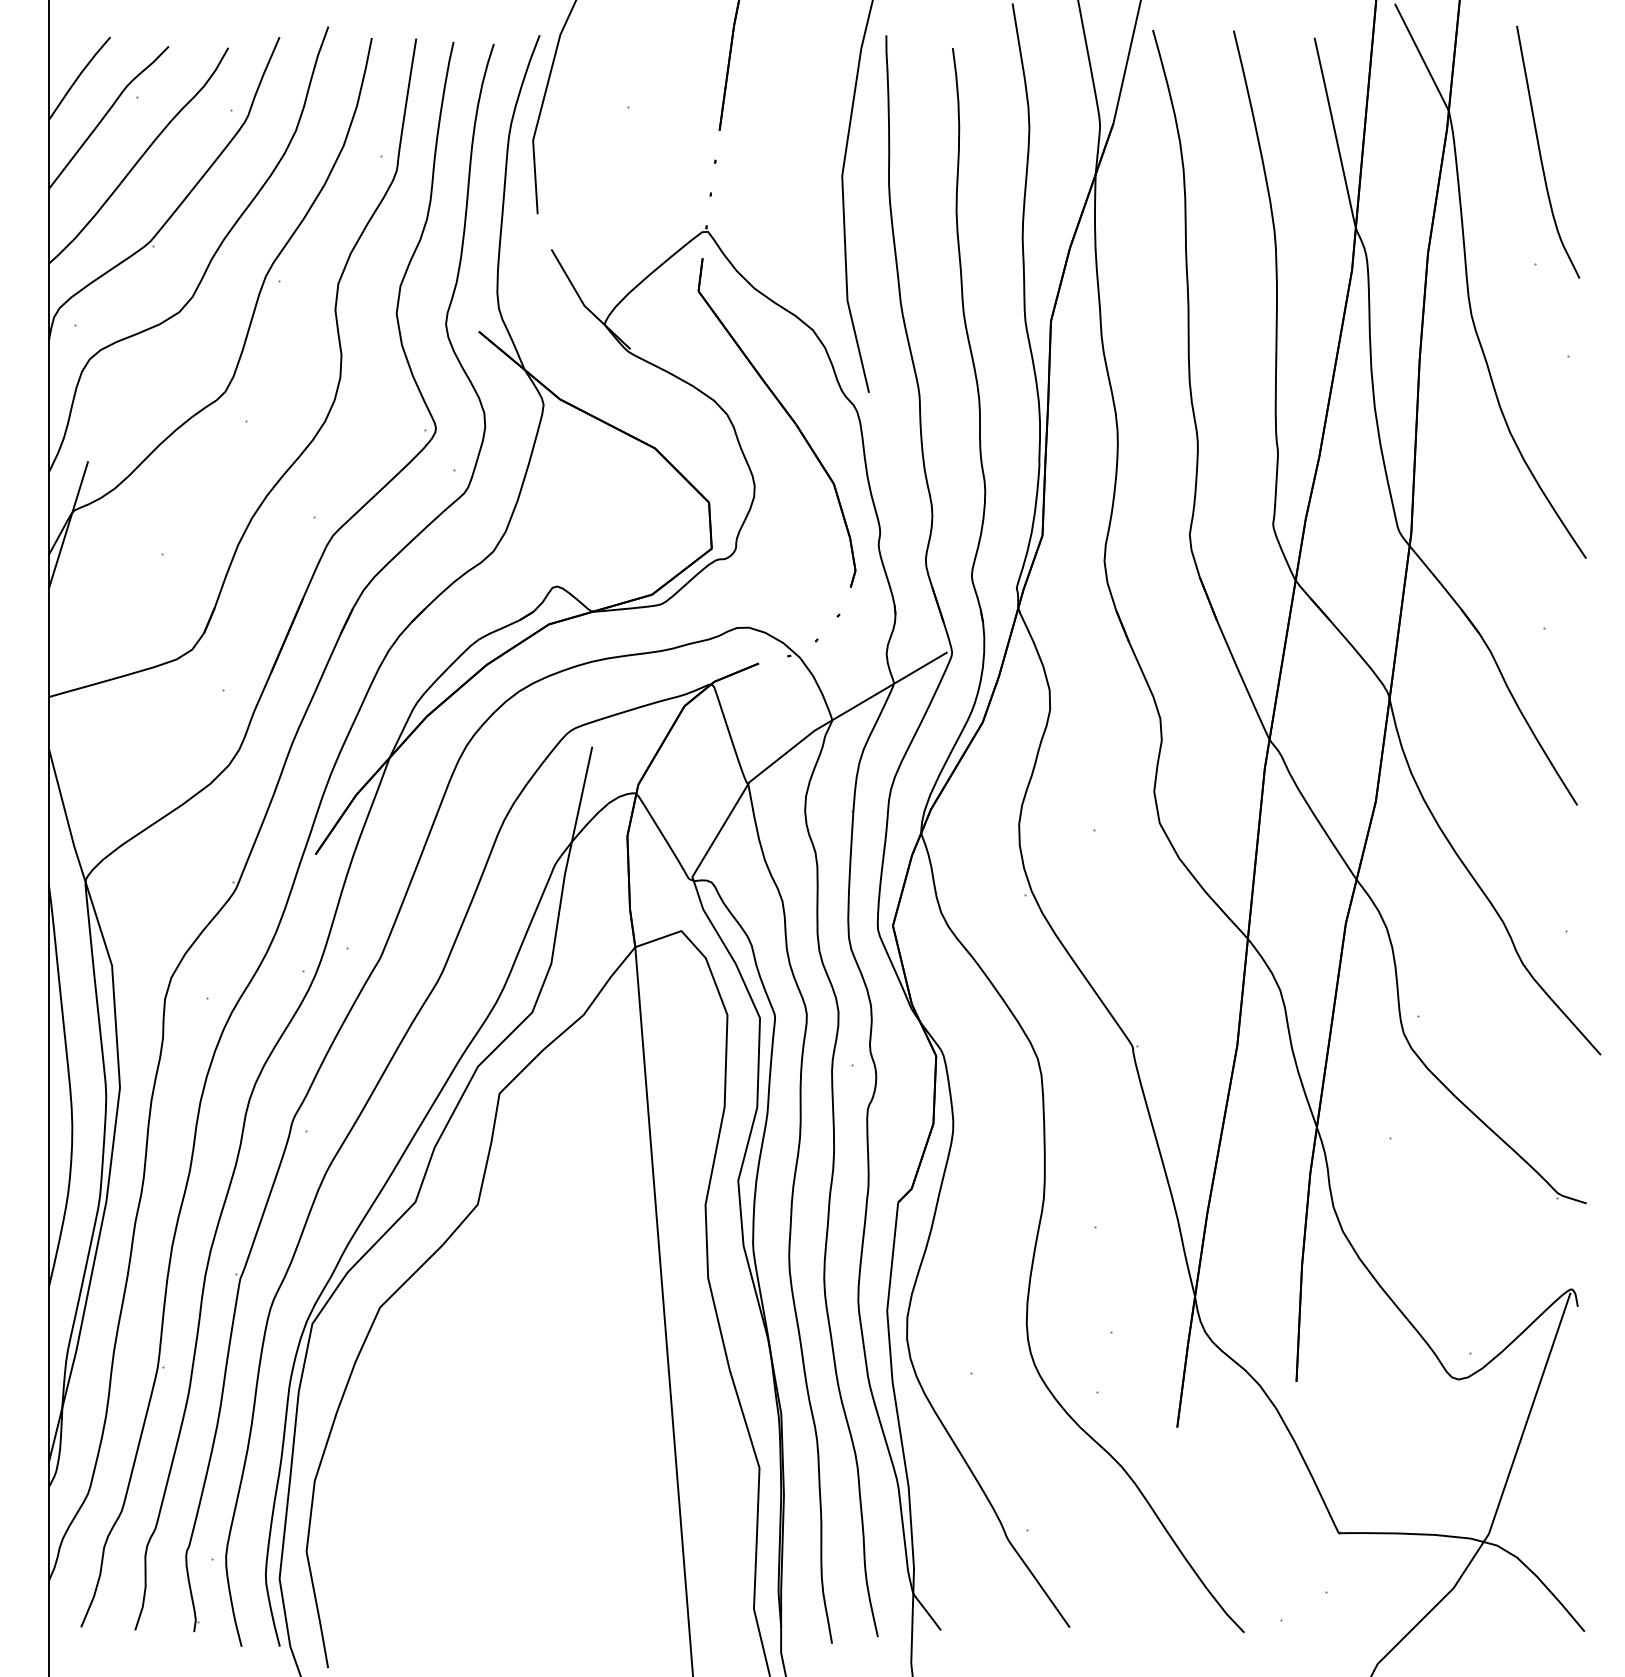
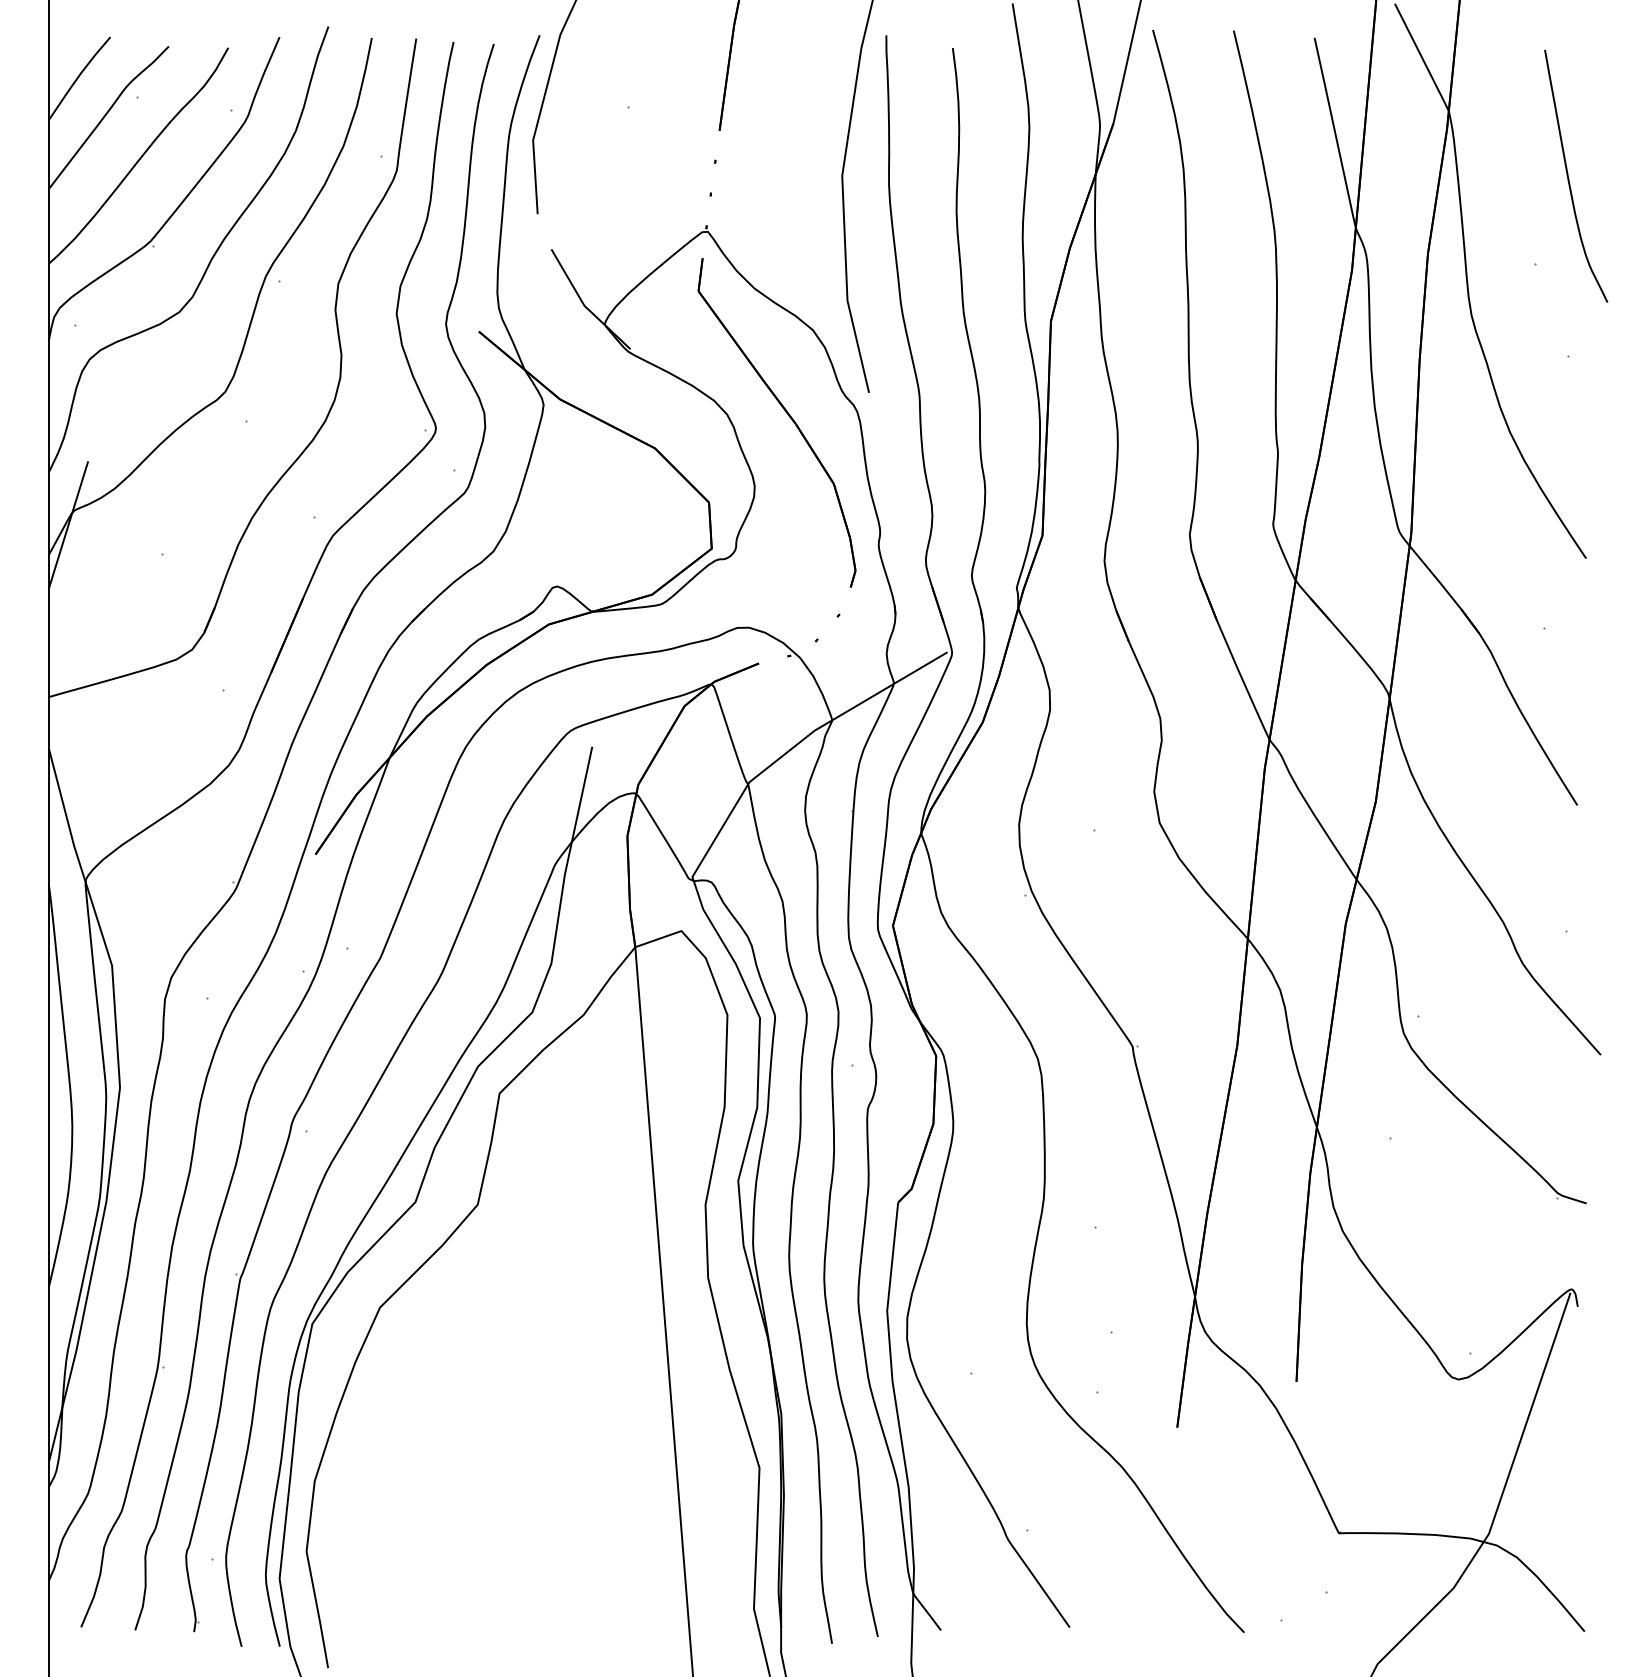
curve at (1541, 154) position: (1541, 154) -> (1569, 178)
